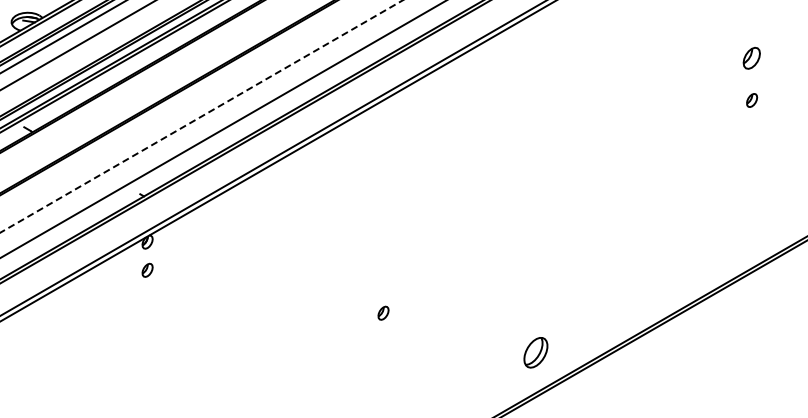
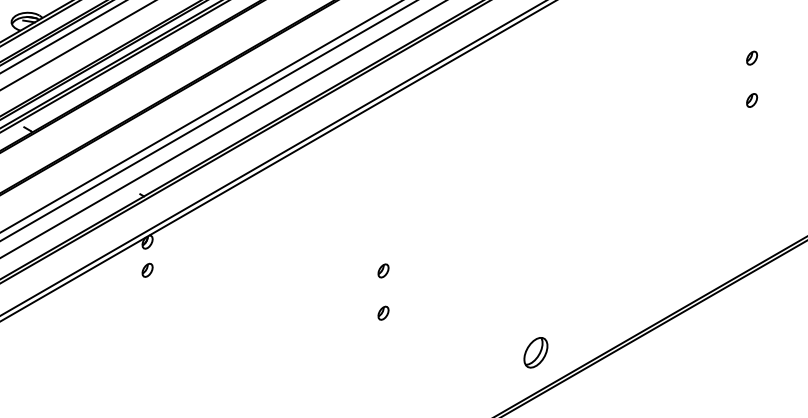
part at (751, 58) size: 19x23 px -> 13x16 px
line at (202, 116): dashed -> solid
line at (208, 121): none -> present
part at (383, 270): none -> present
